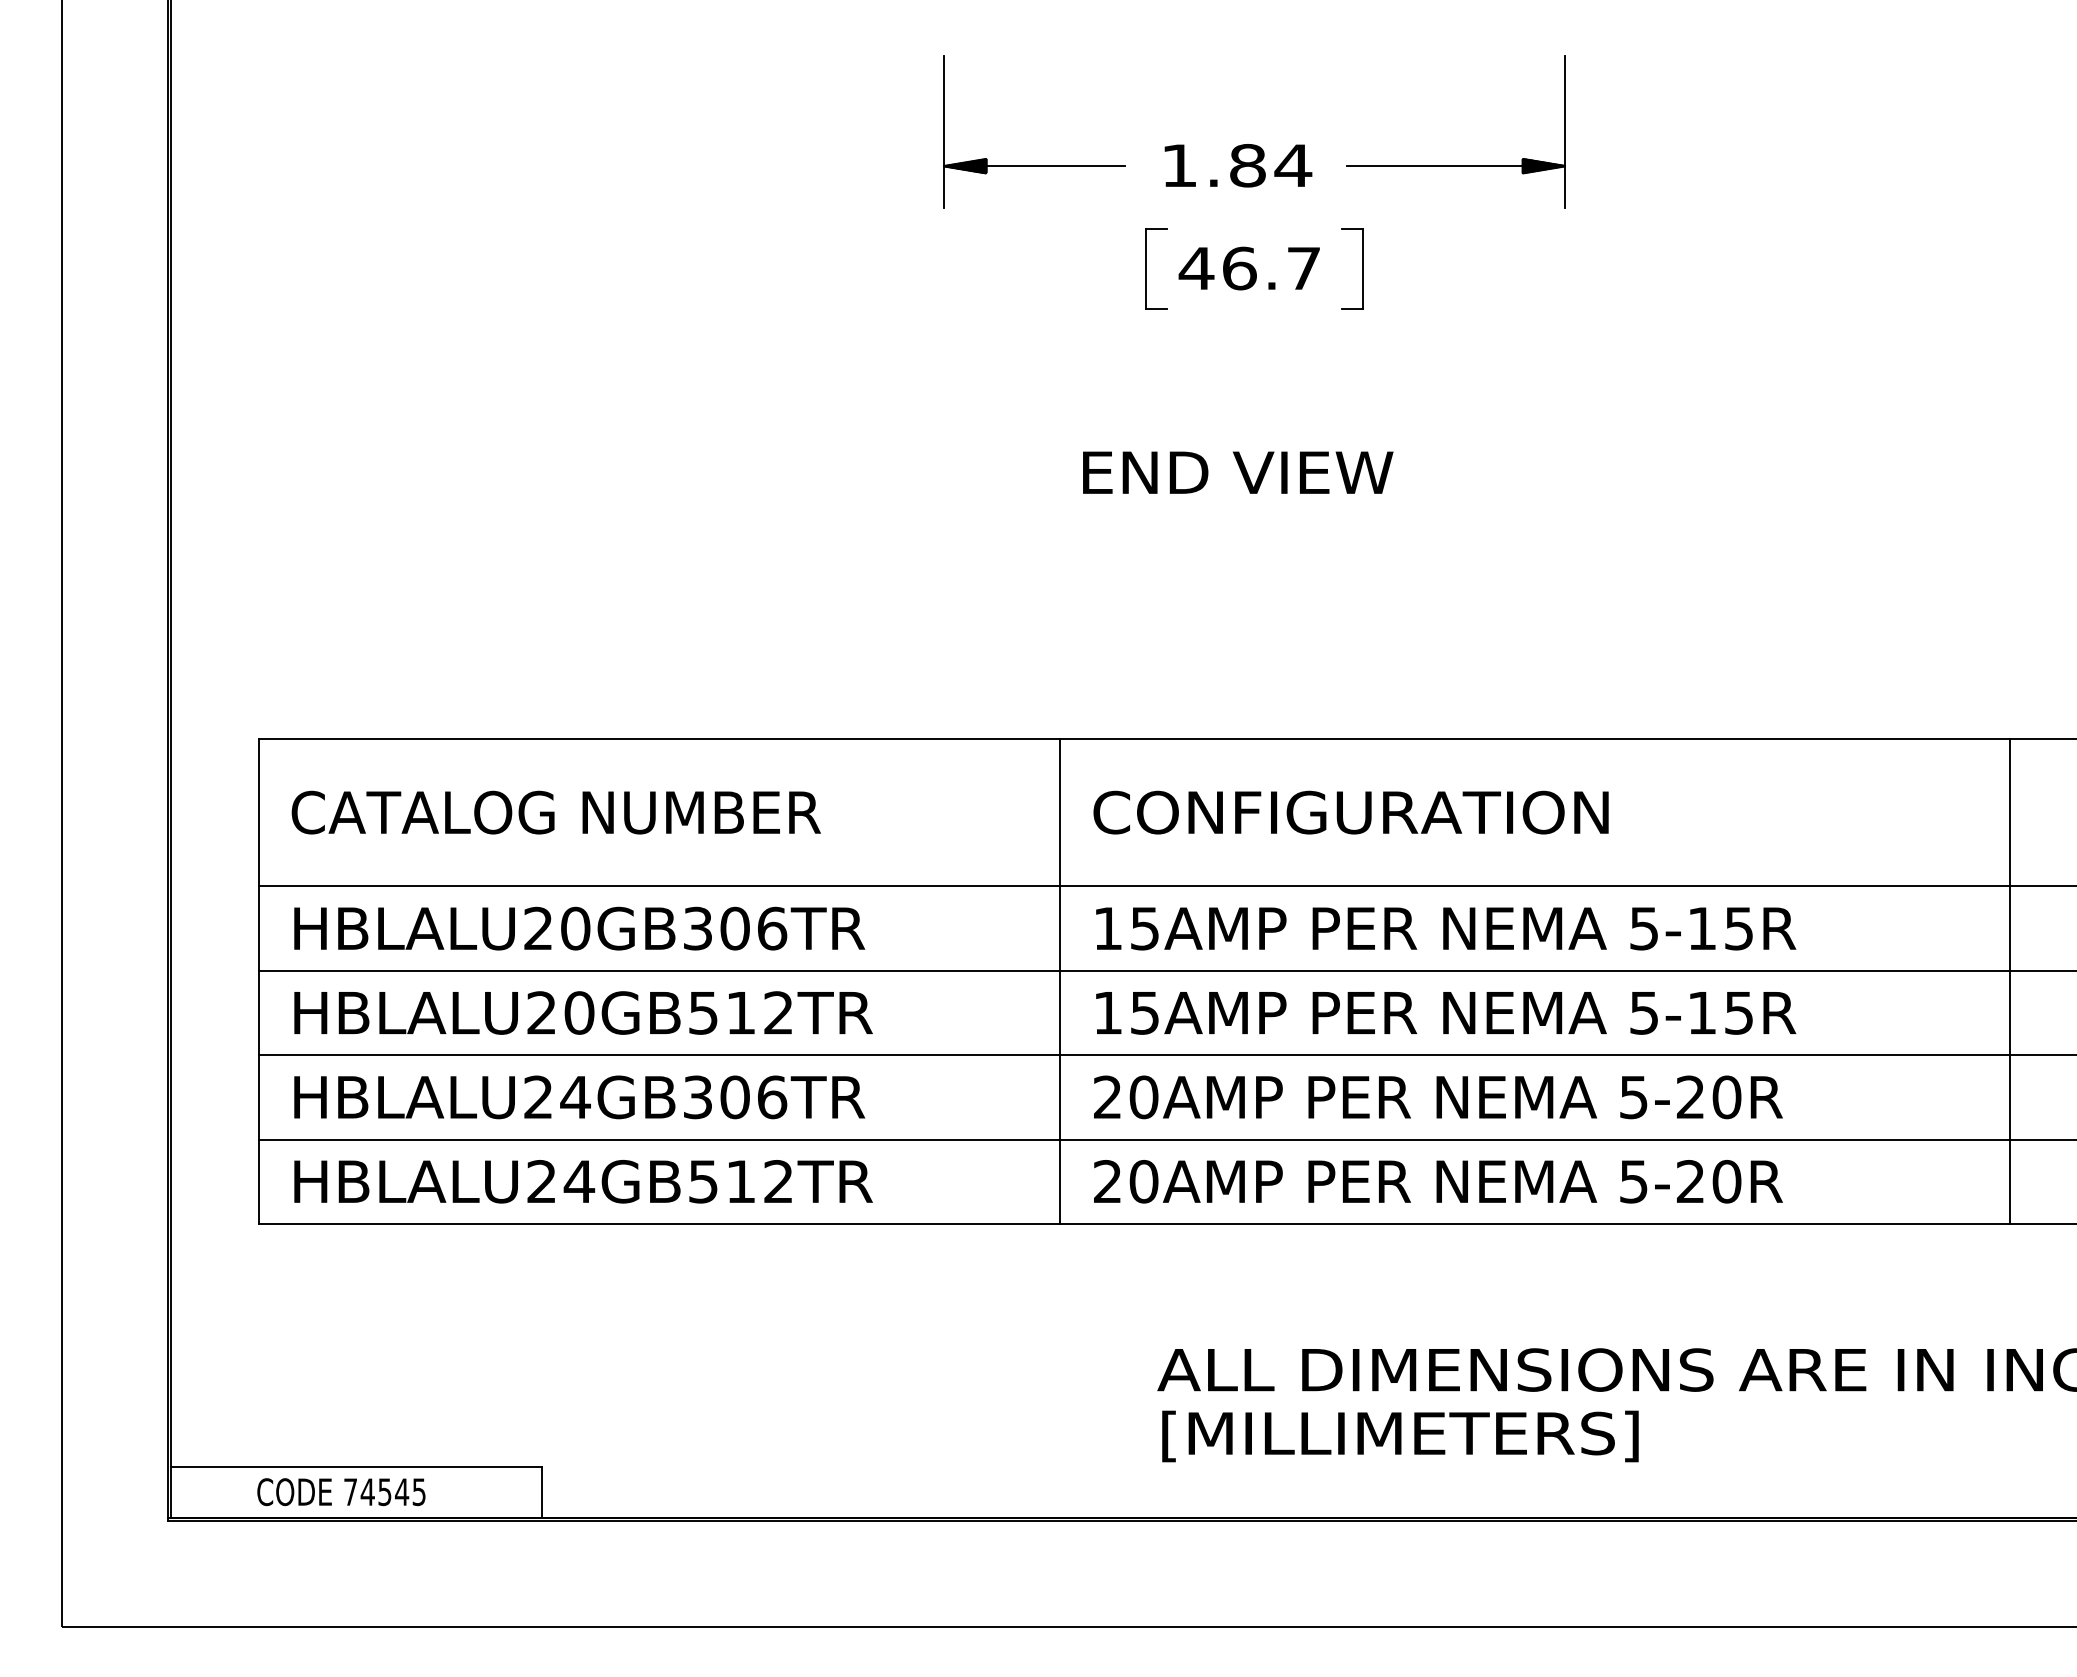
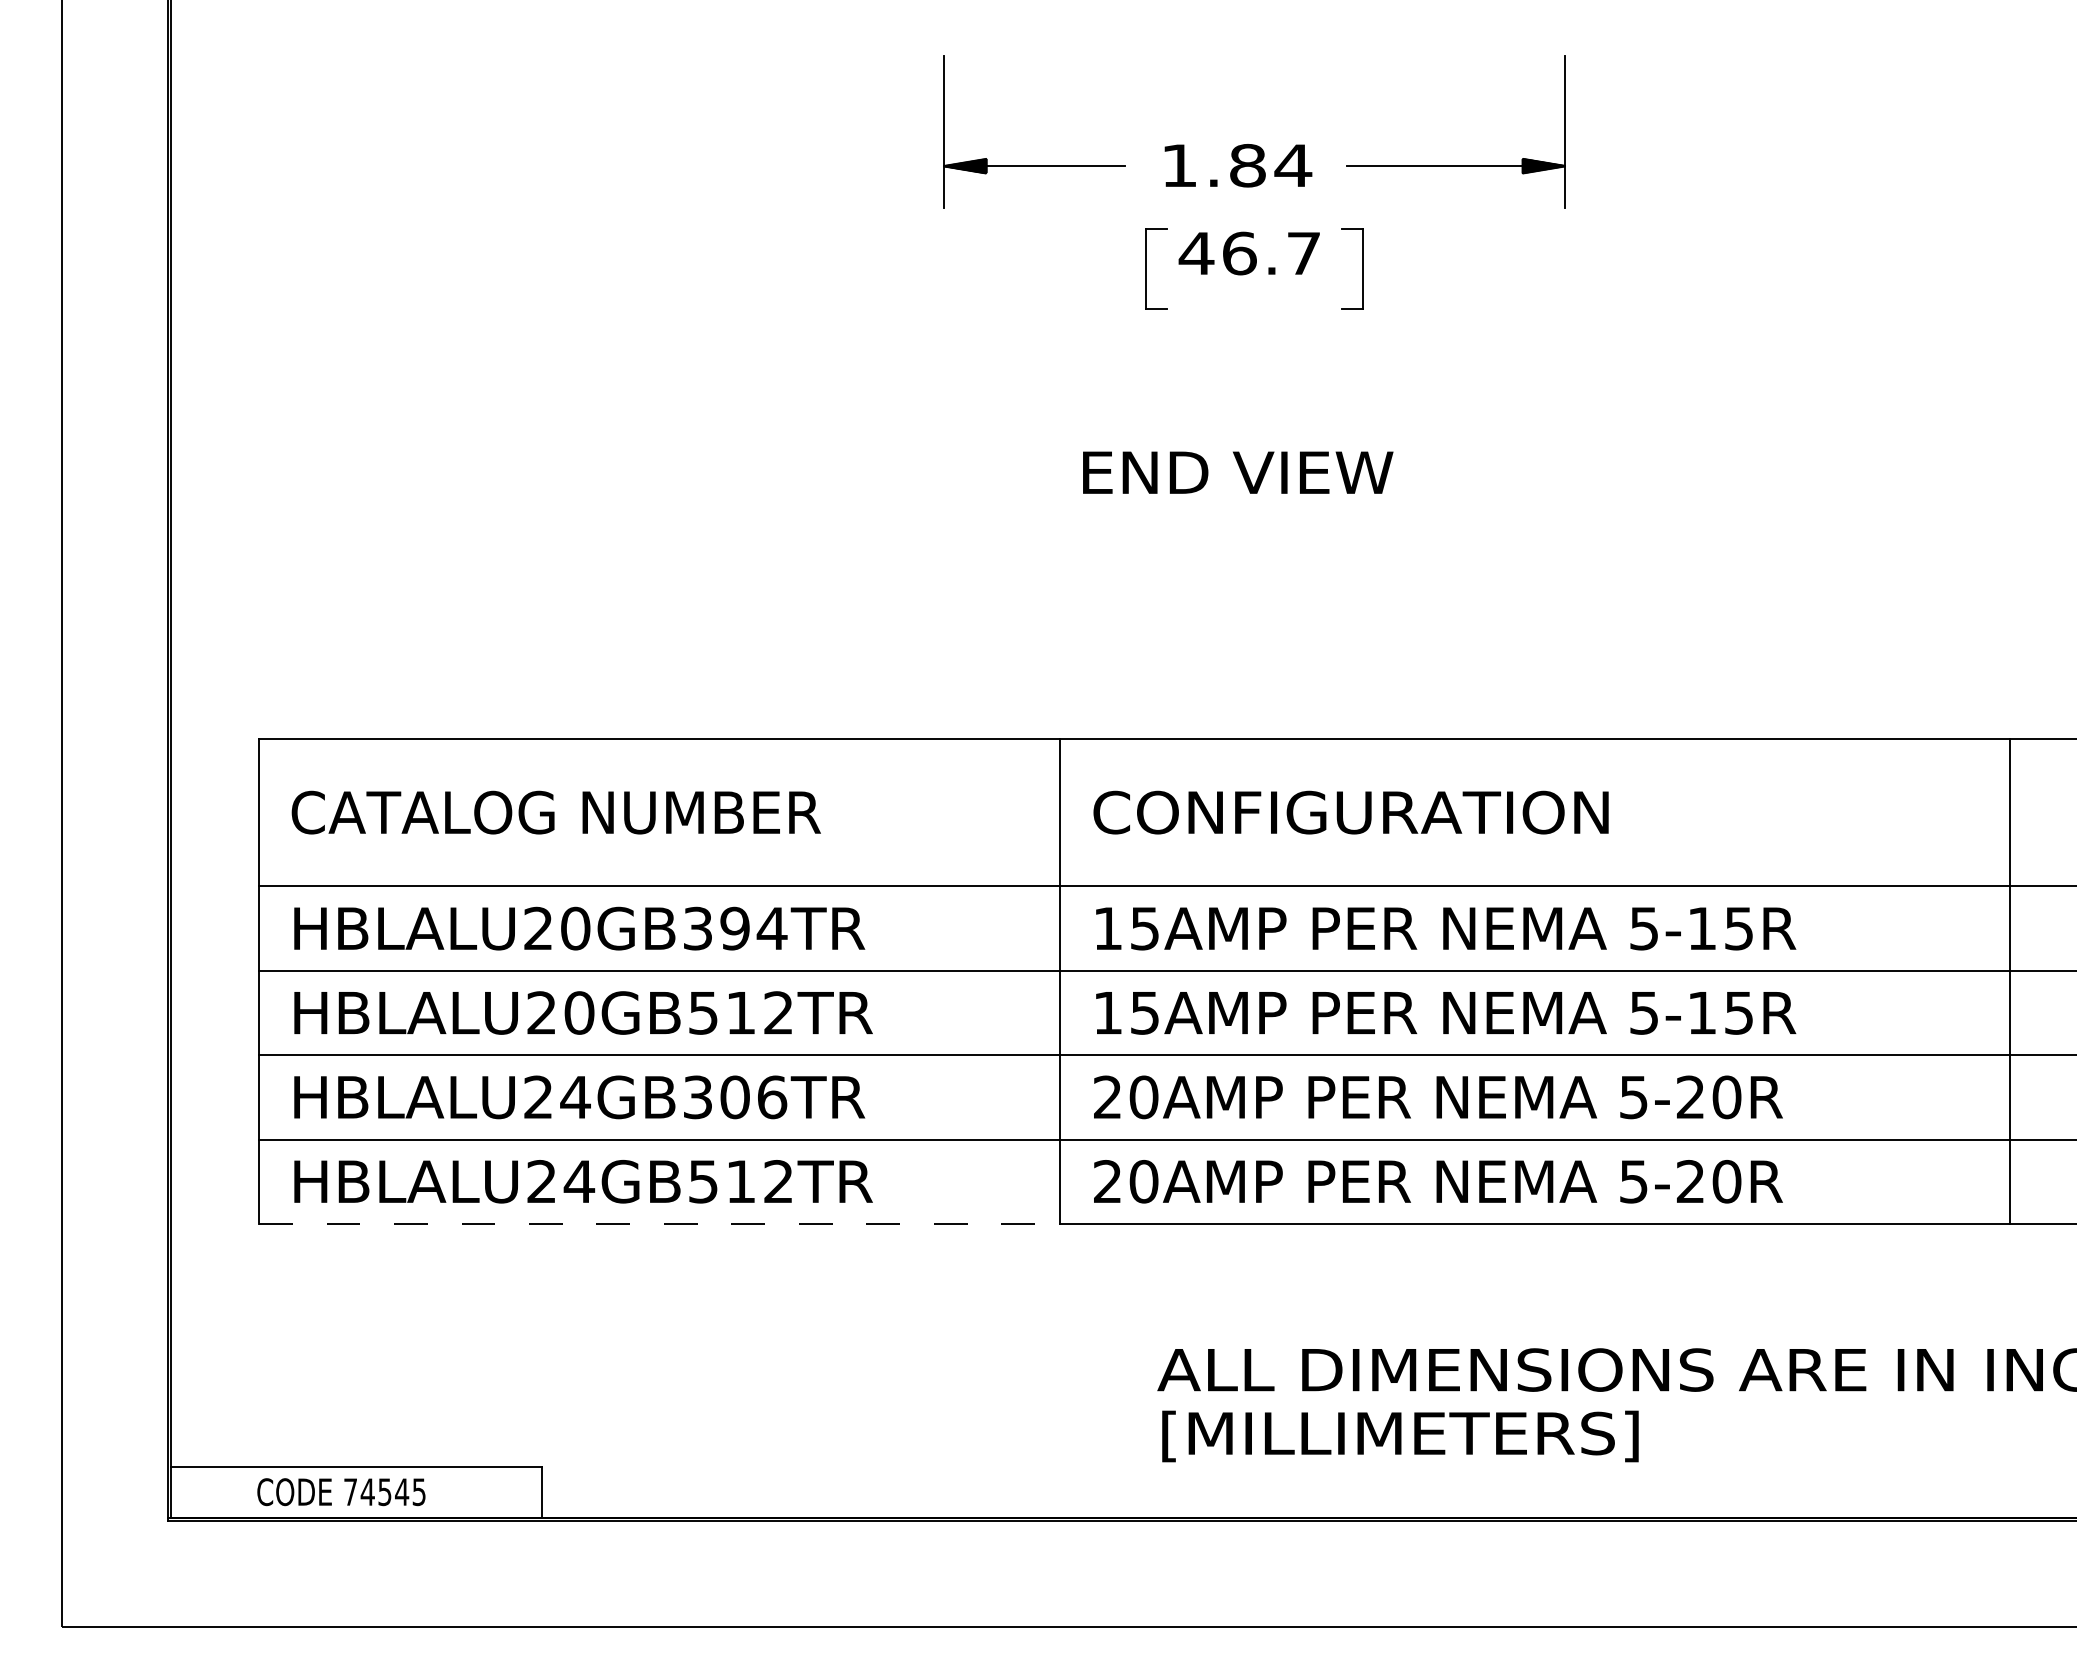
text at (1248, 268) position: (1248, 268) -> (1248, 253)
text at (753, 928): HBLALU20GB306TR -> HBLALU20GB394TR
line at (659, 1223): solid -> dashed
